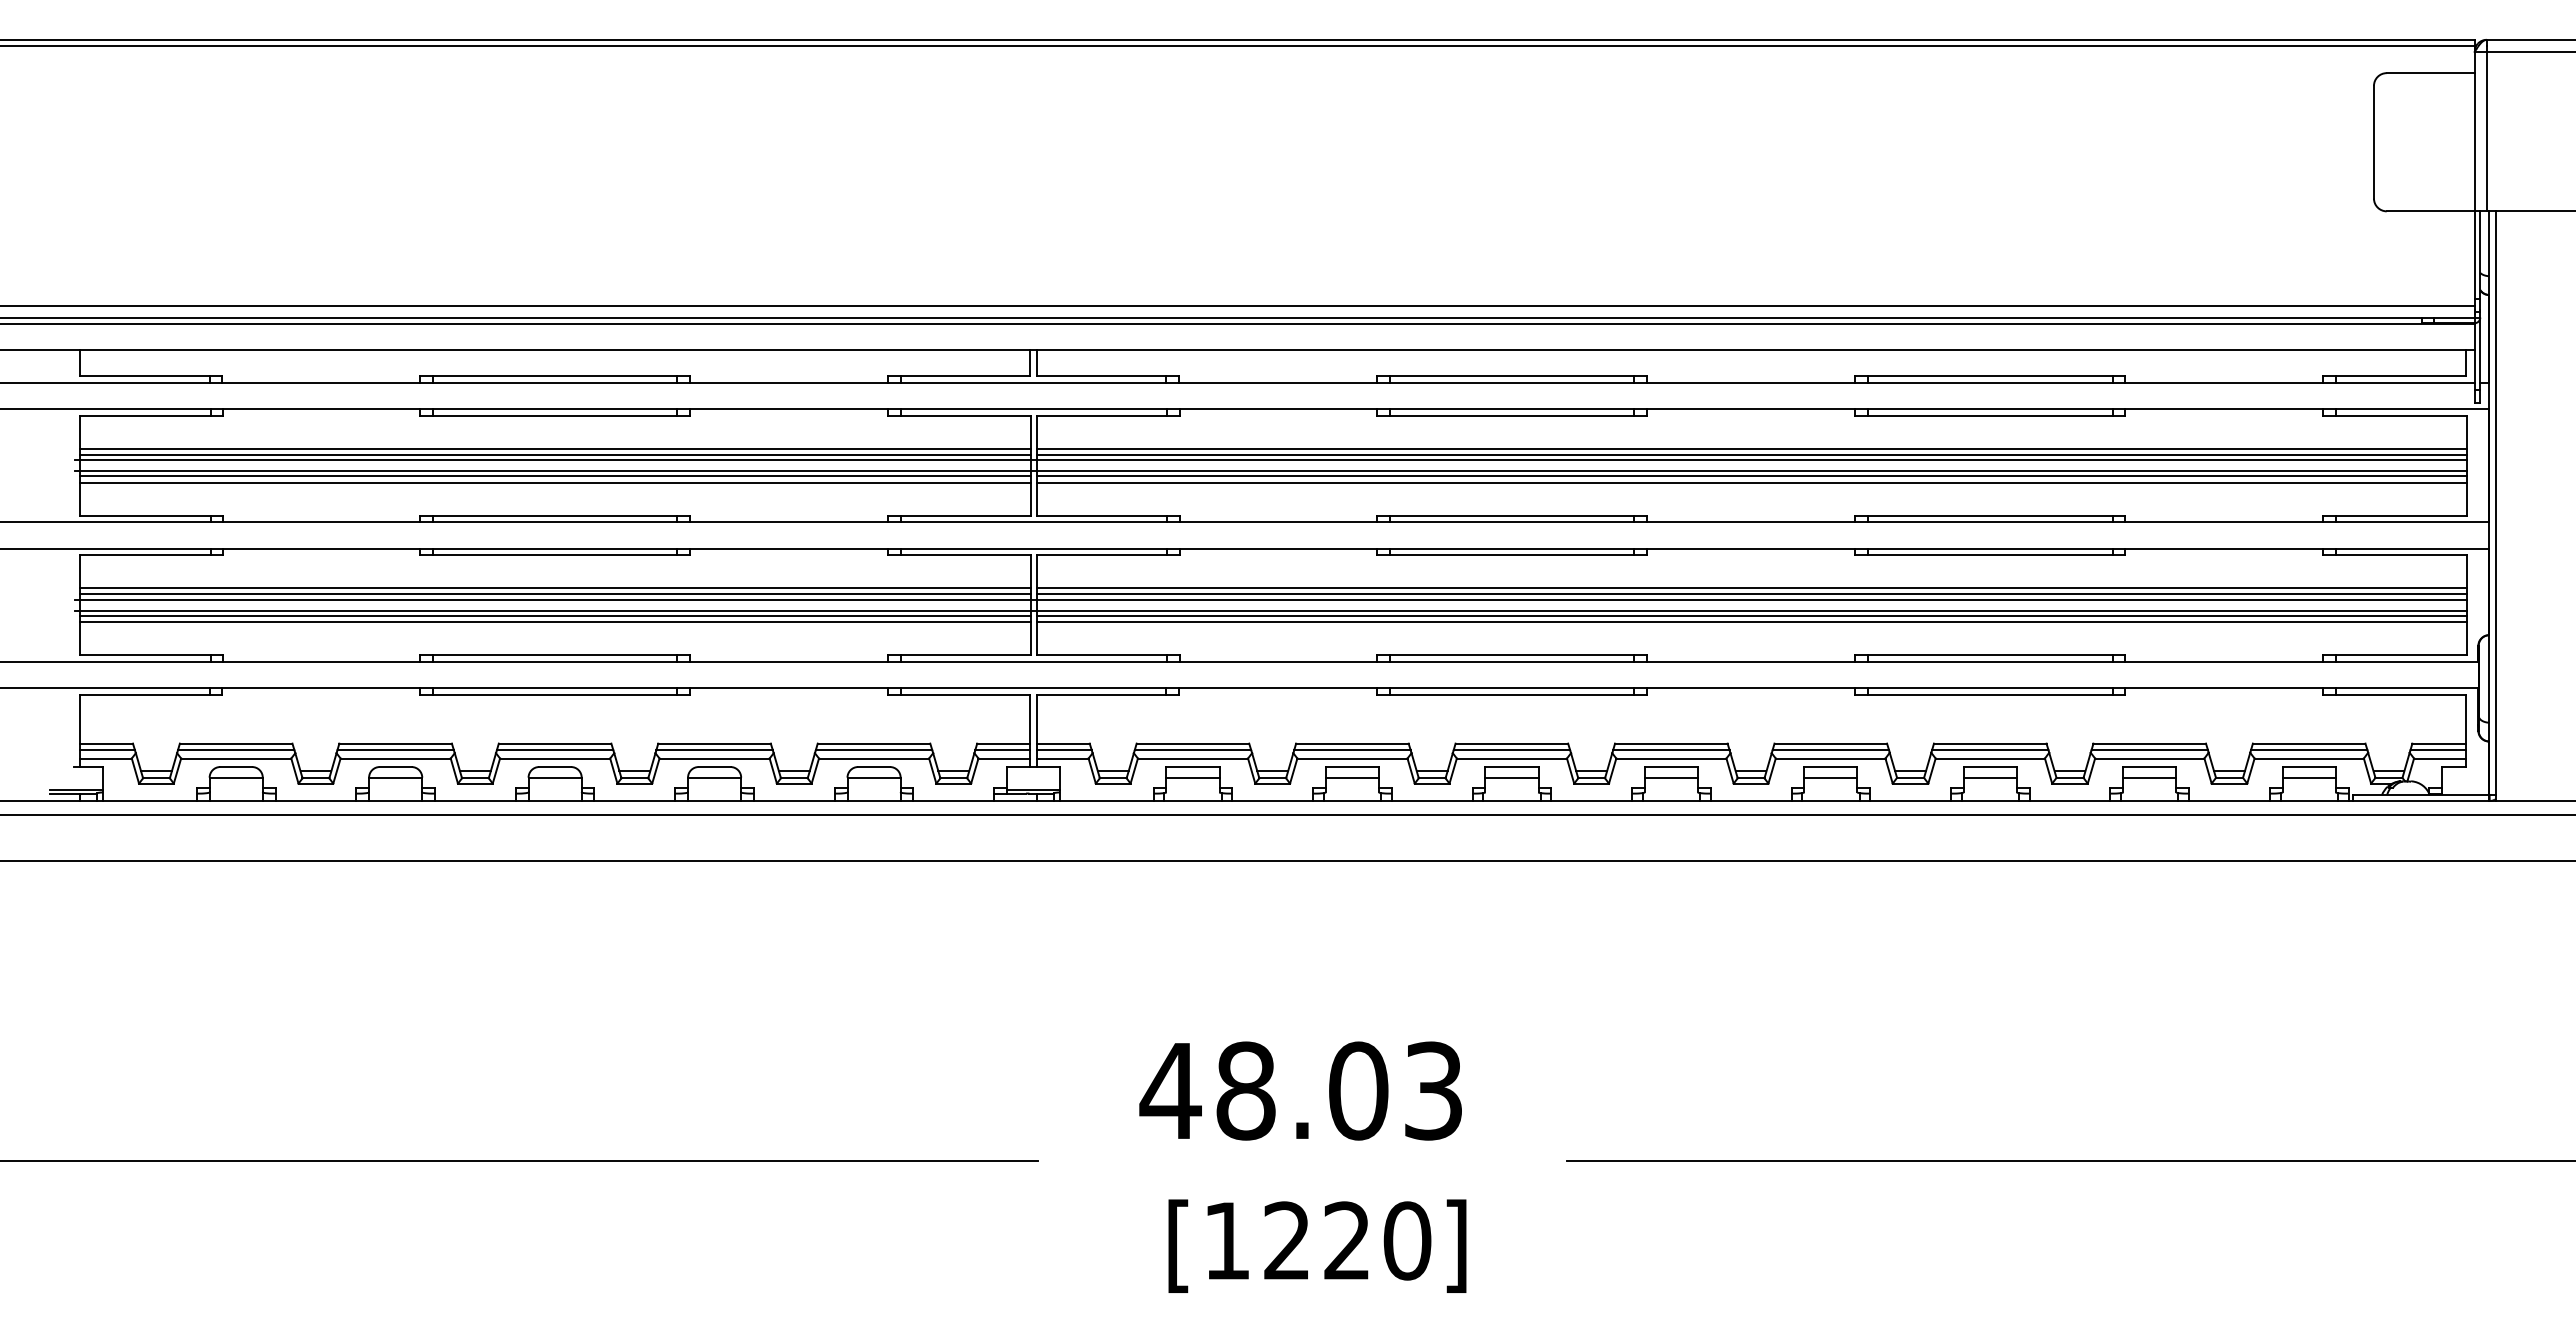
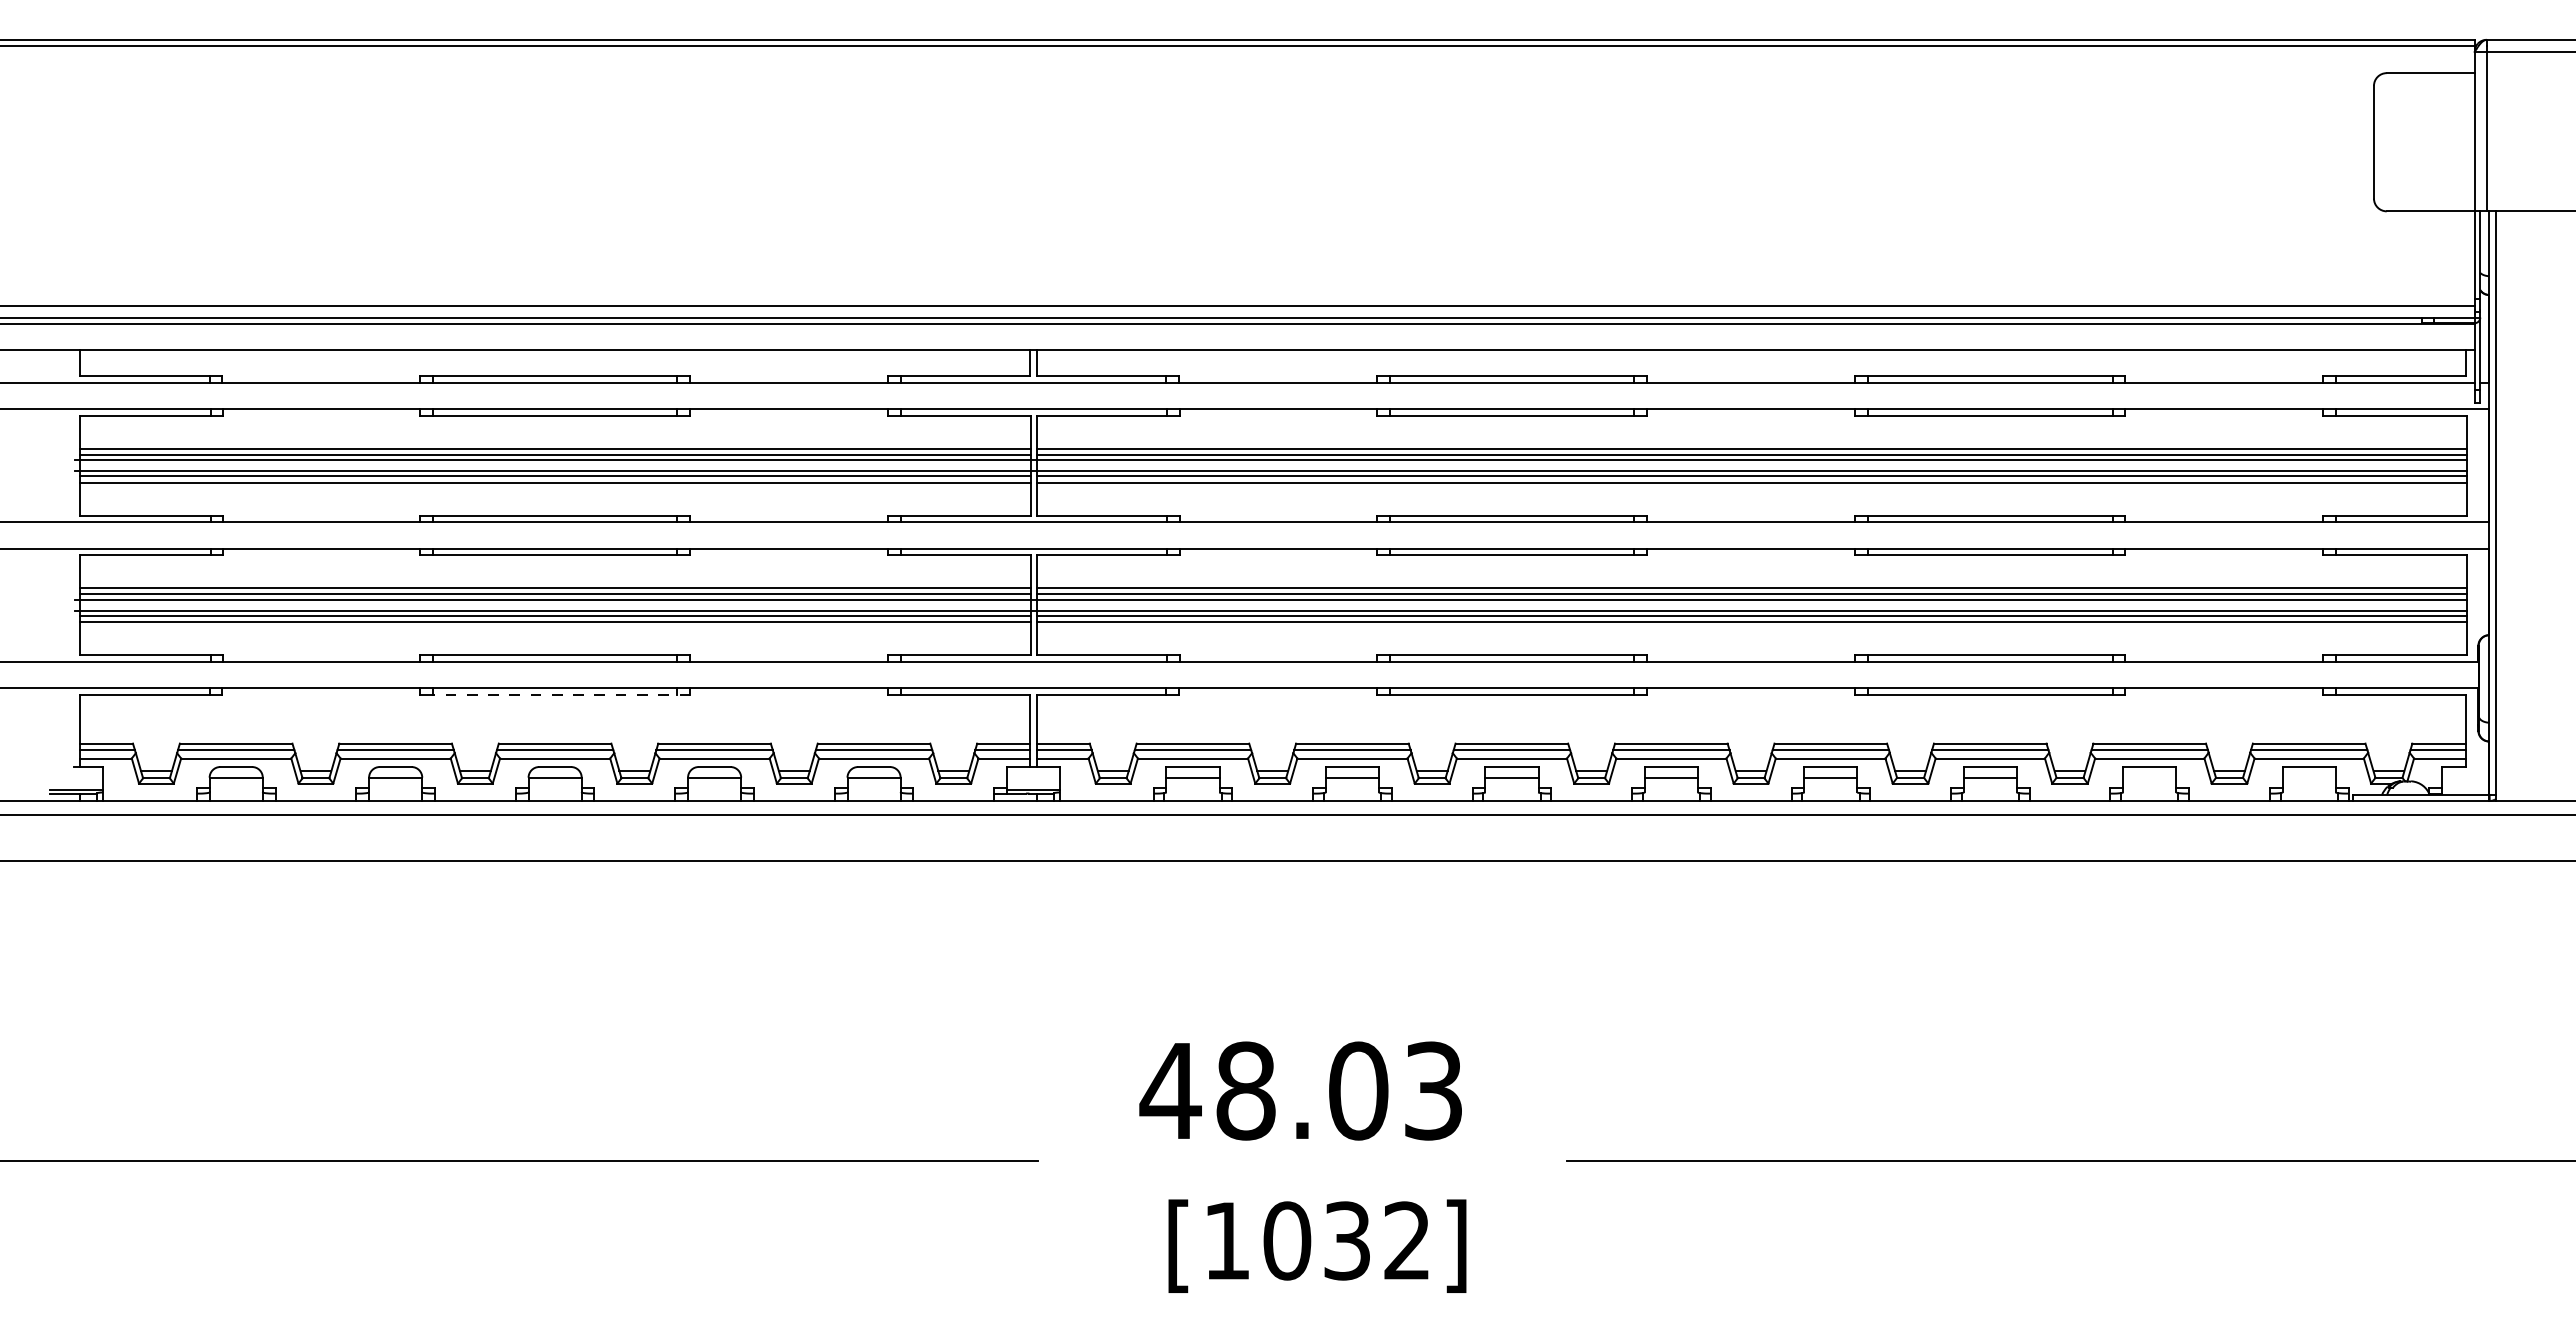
line at (561, 694): solid -> dashed
line at (2149, 777): present -> none
line at (2308, 777): present -> none
text at (1347, 1240): [1220] -> [1032]
